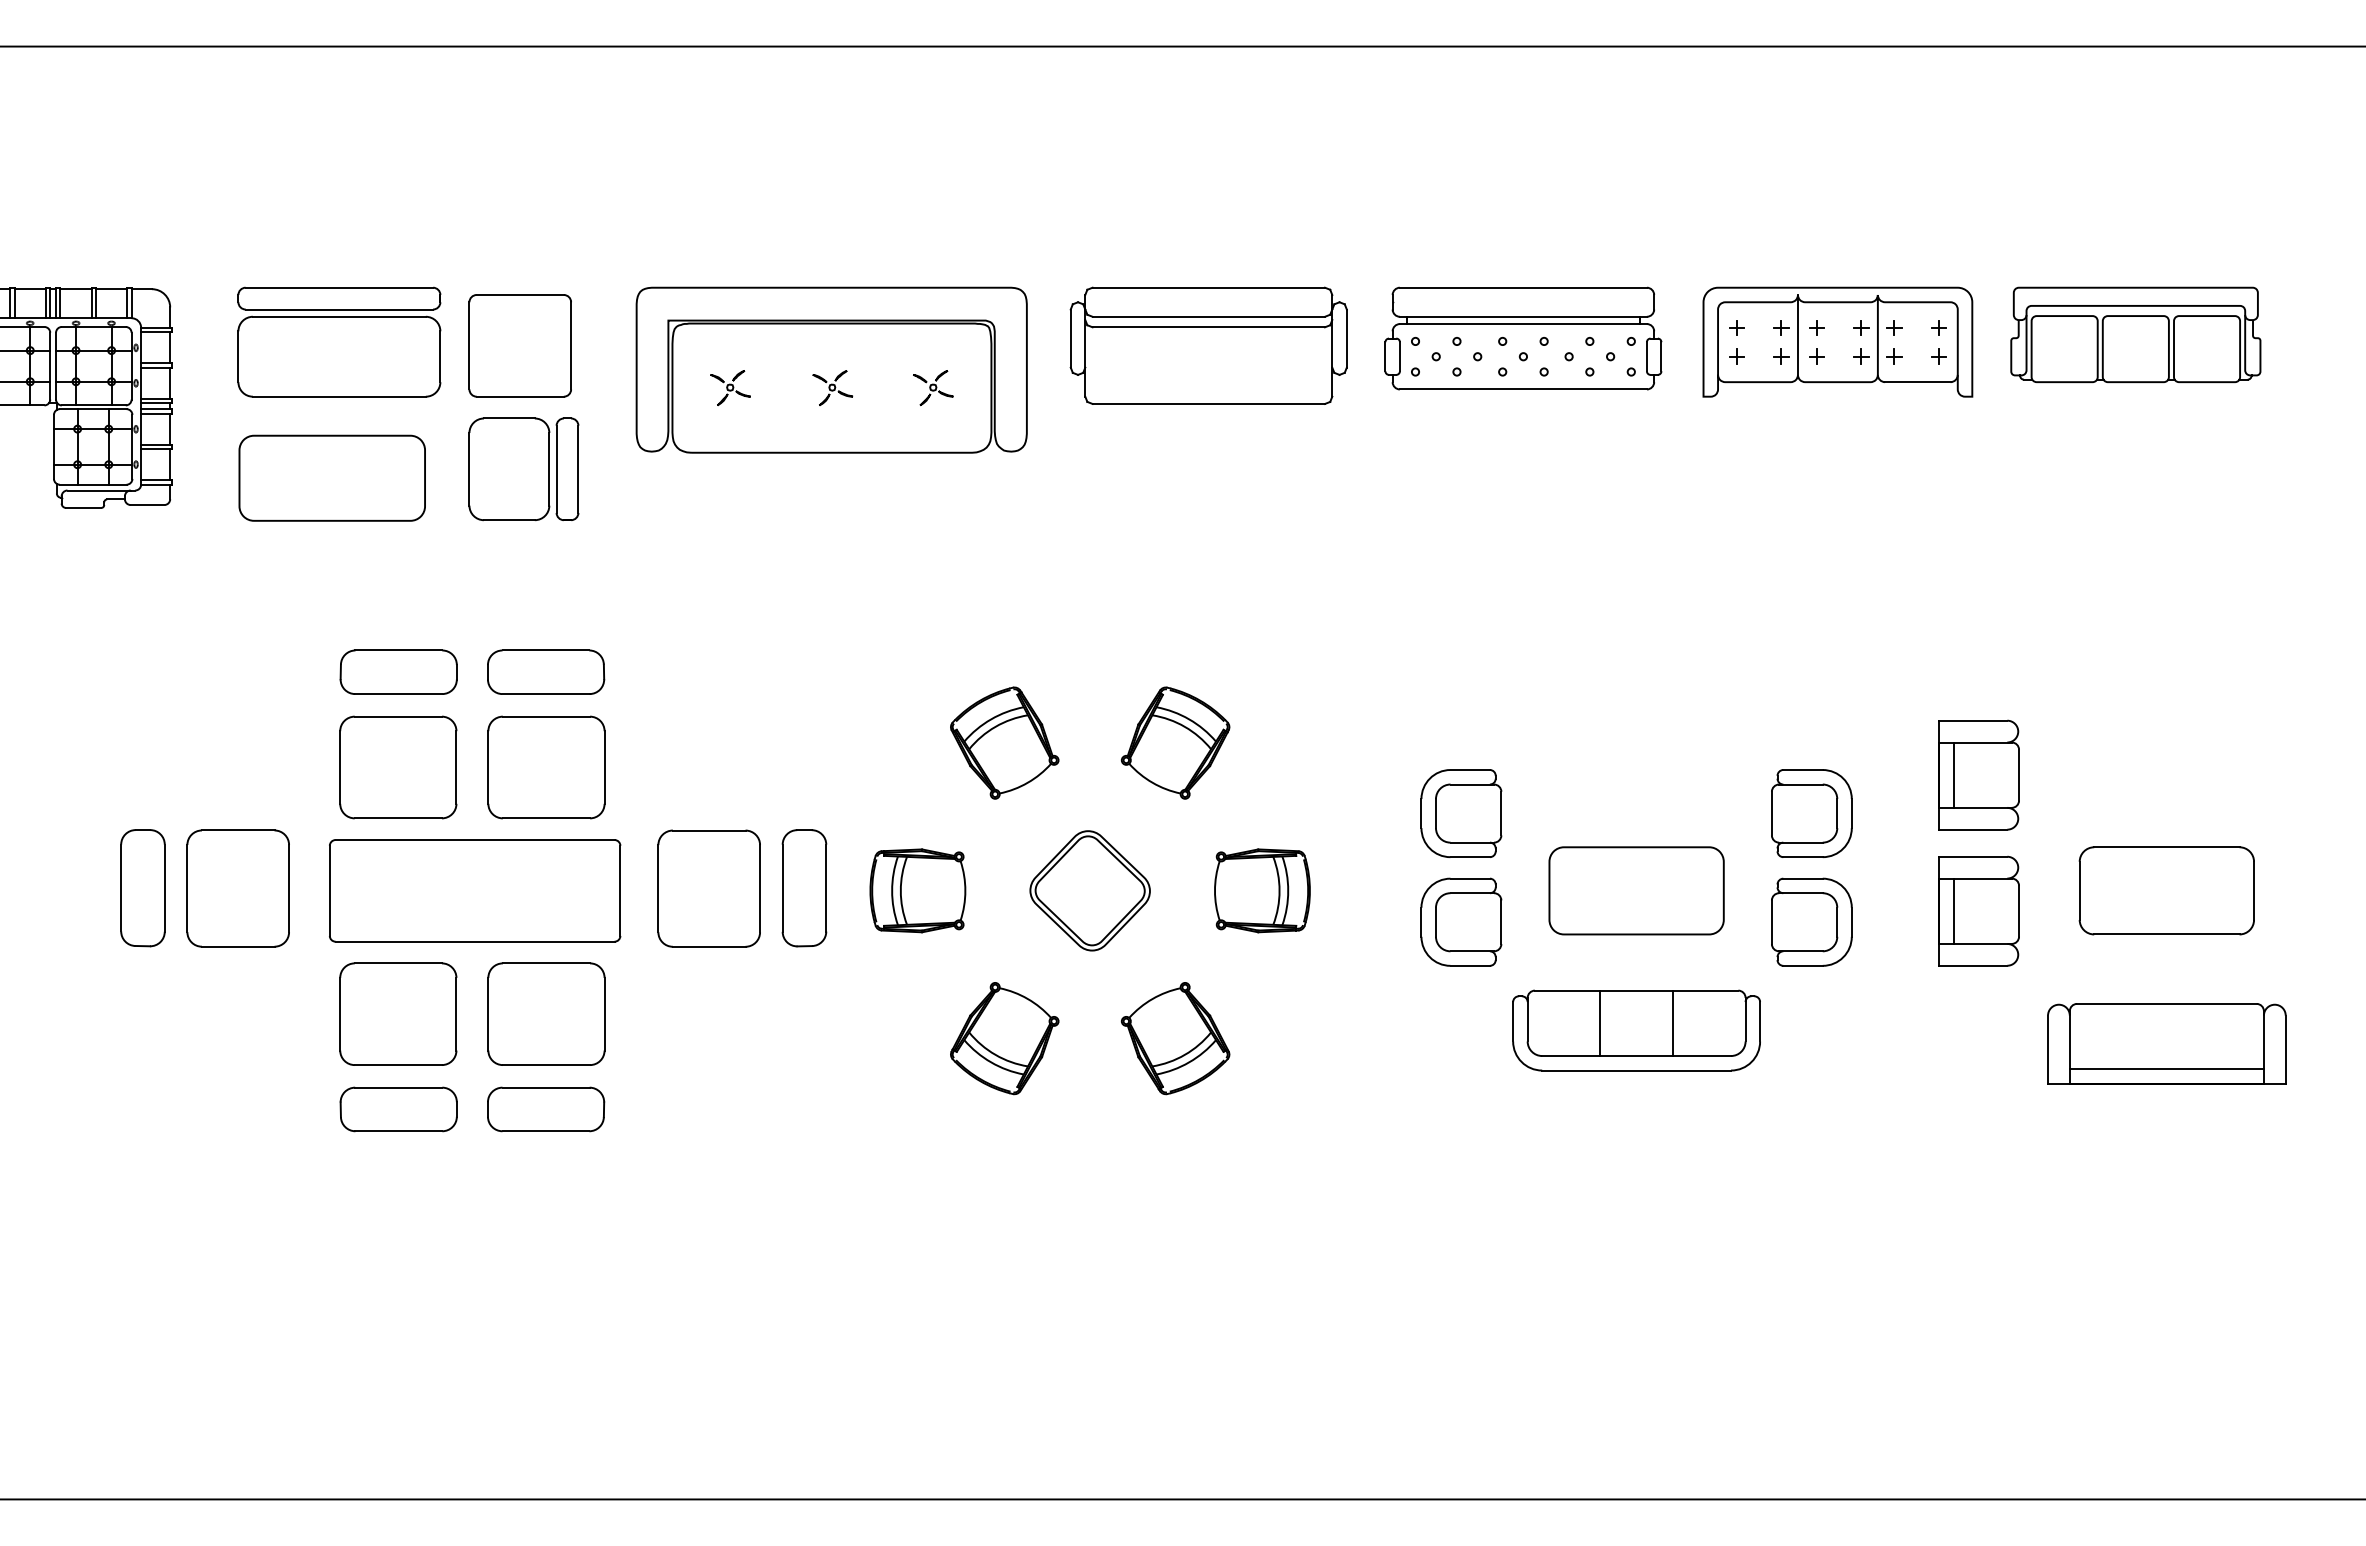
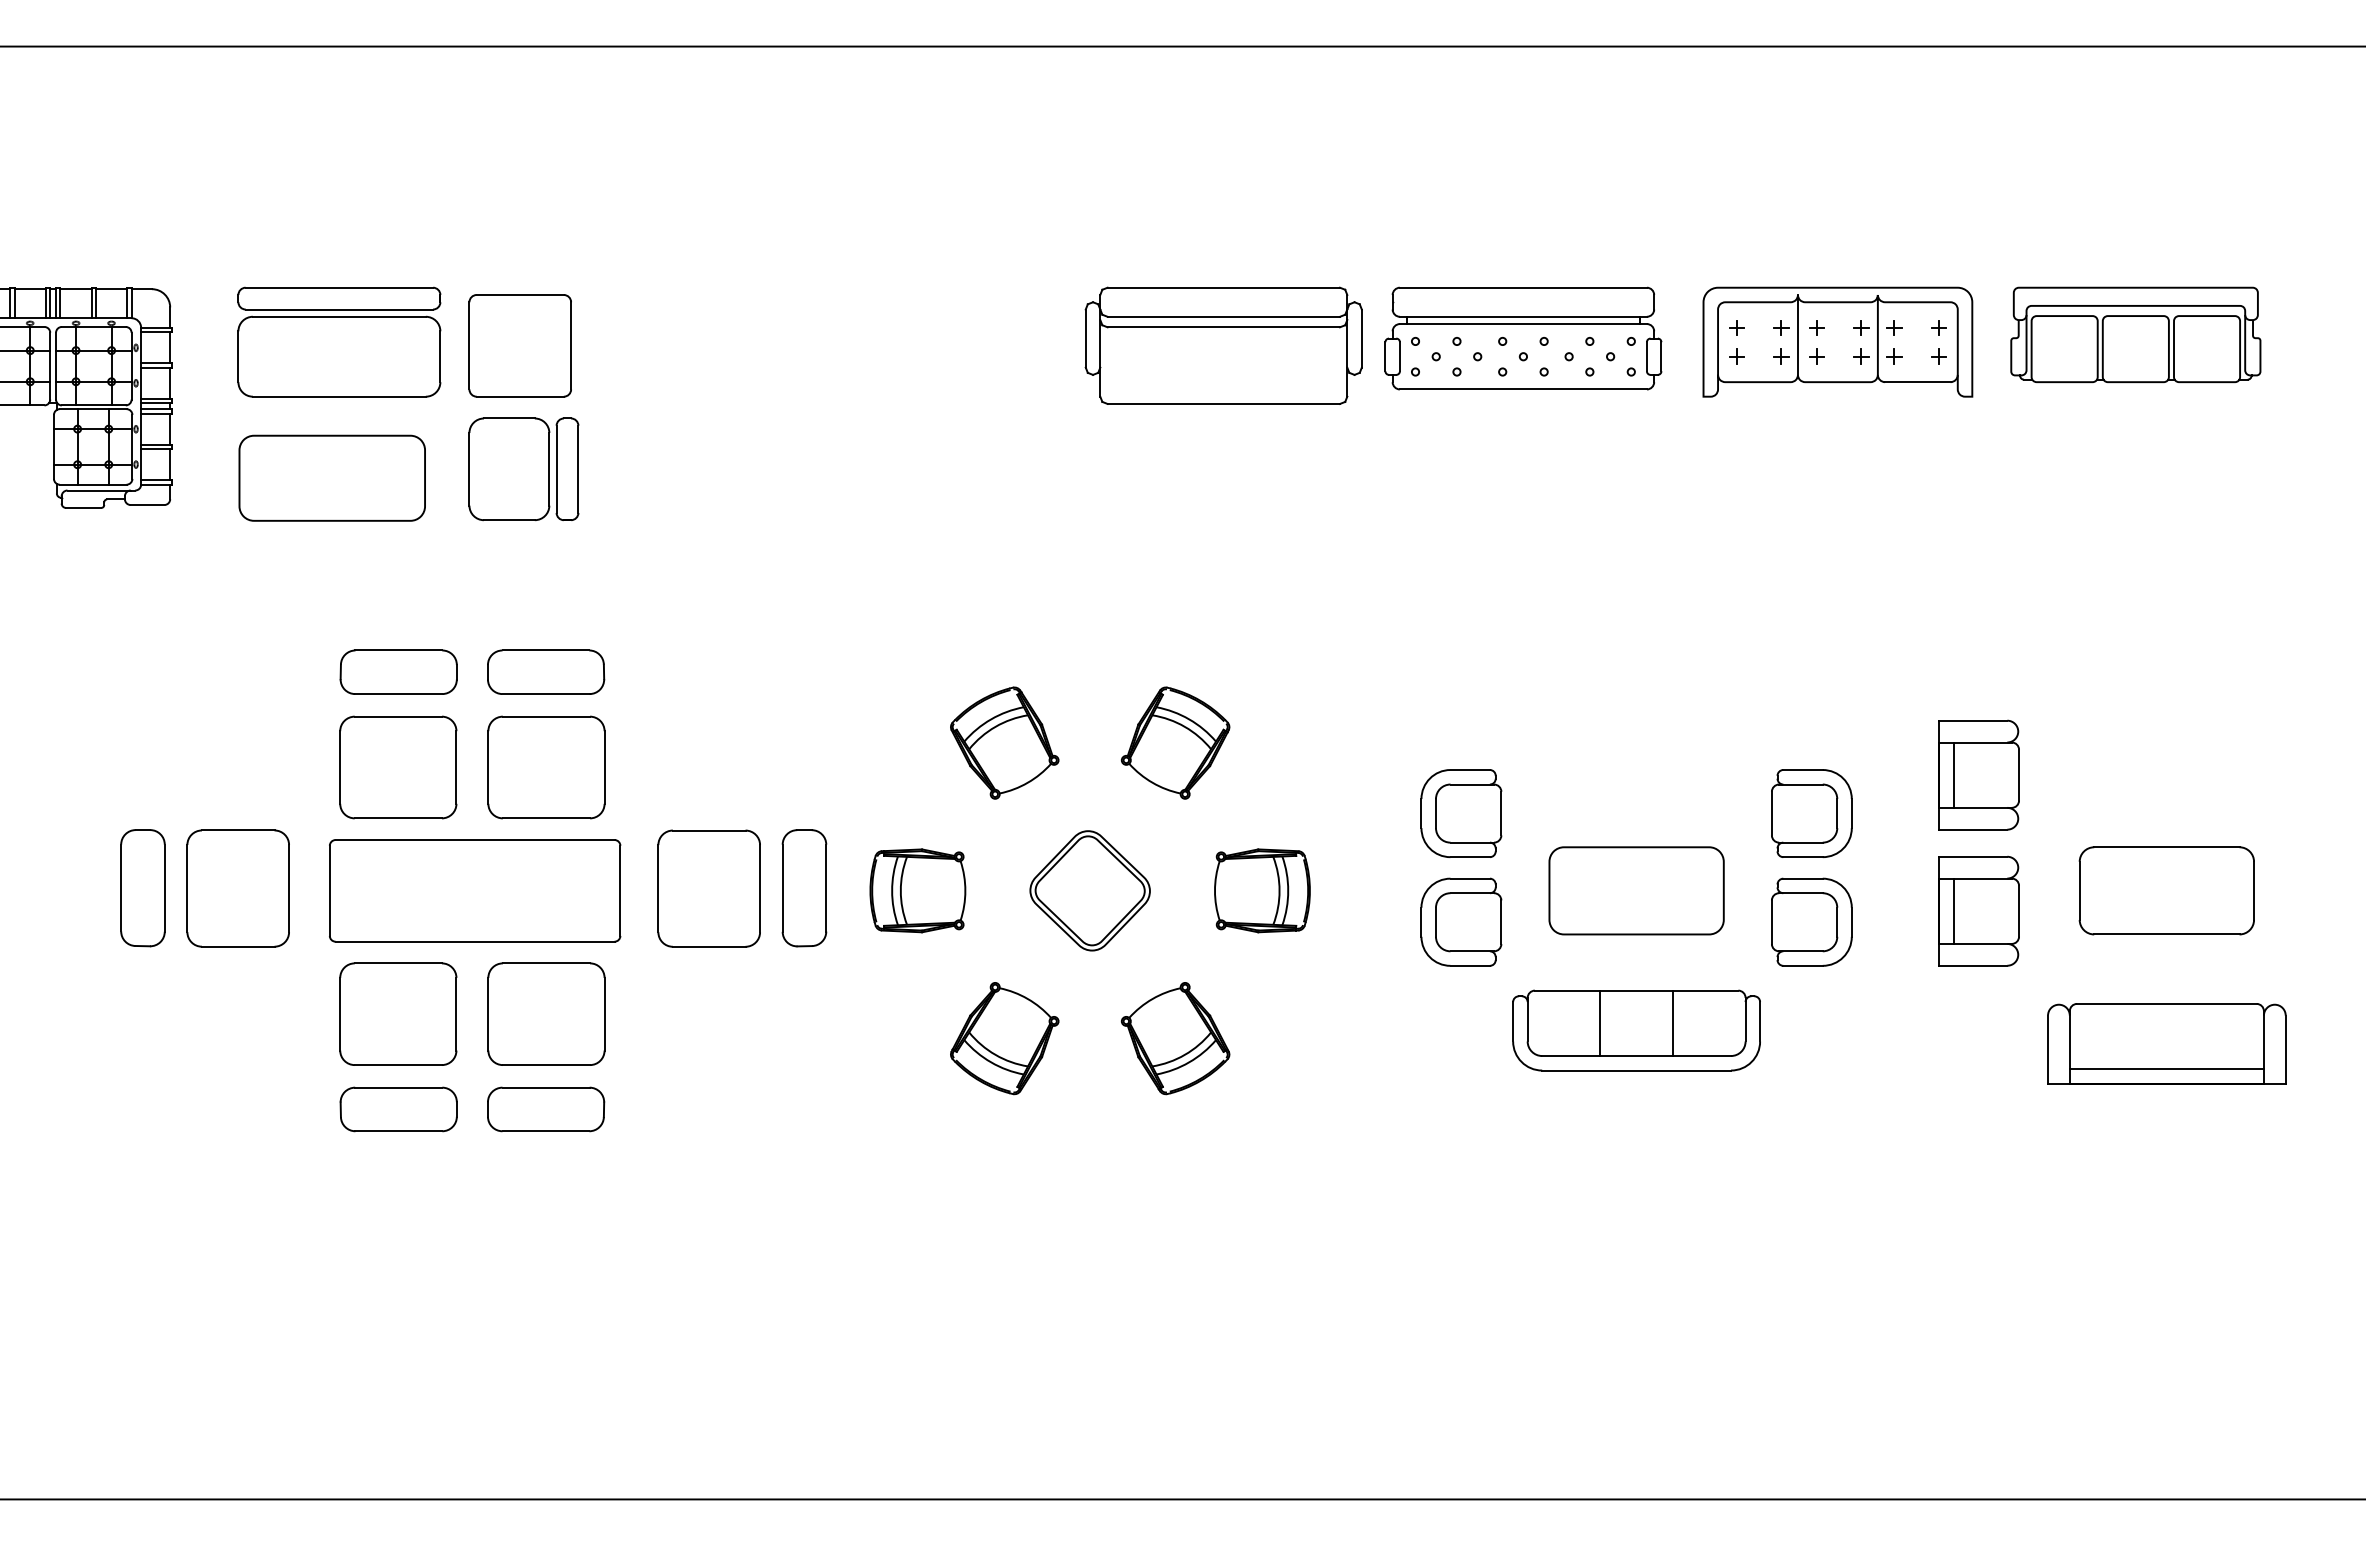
part at (1208, 345) position: (1208, 345) -> (1223, 345)
part at (831, 369): present -> none
